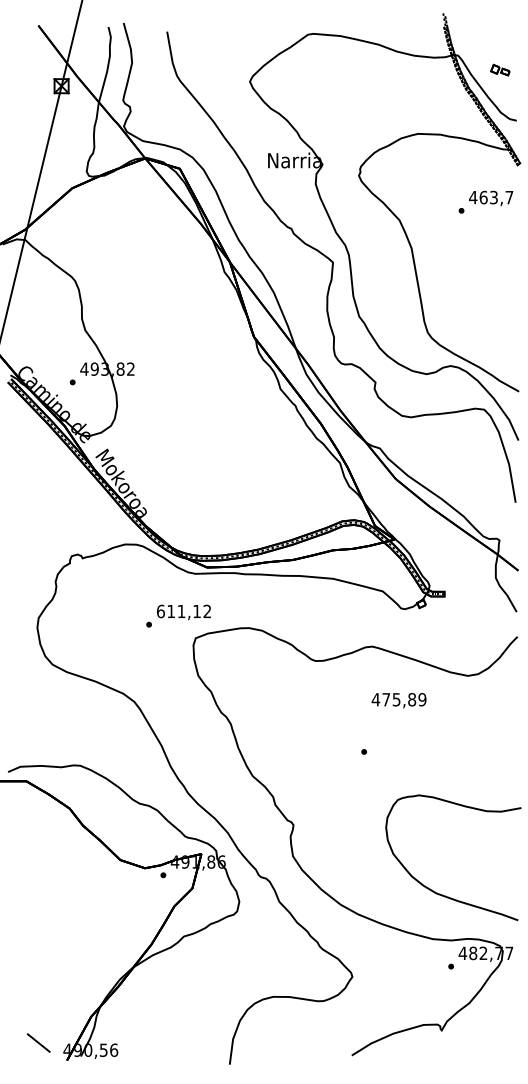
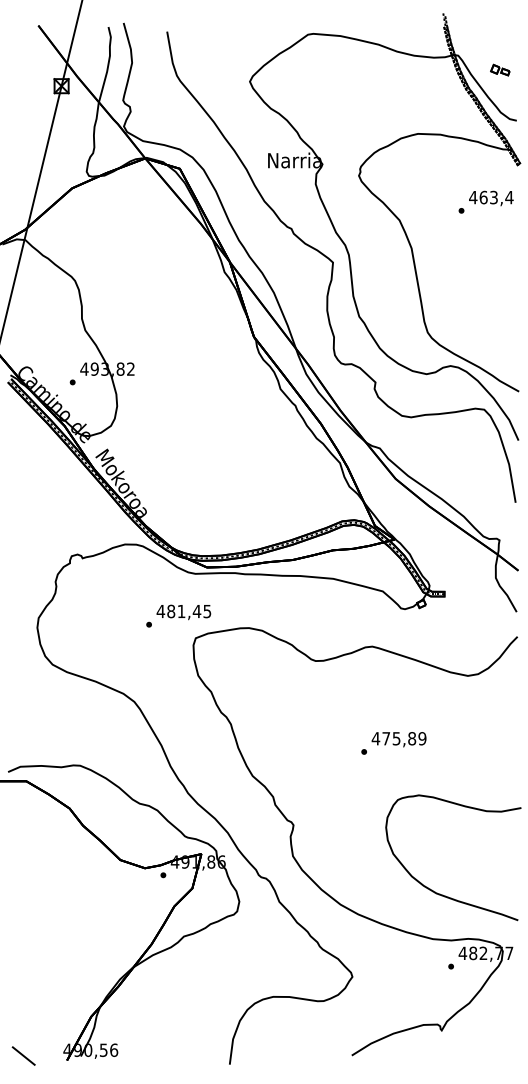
text at (509, 197): 463,7 -> 463,4
text at (183, 611): 611,12 -> 481,45
text at (398, 700) position: (398, 700) -> (398, 739)
line at (38, 1042) position: (38, 1042) -> (23, 1055)
